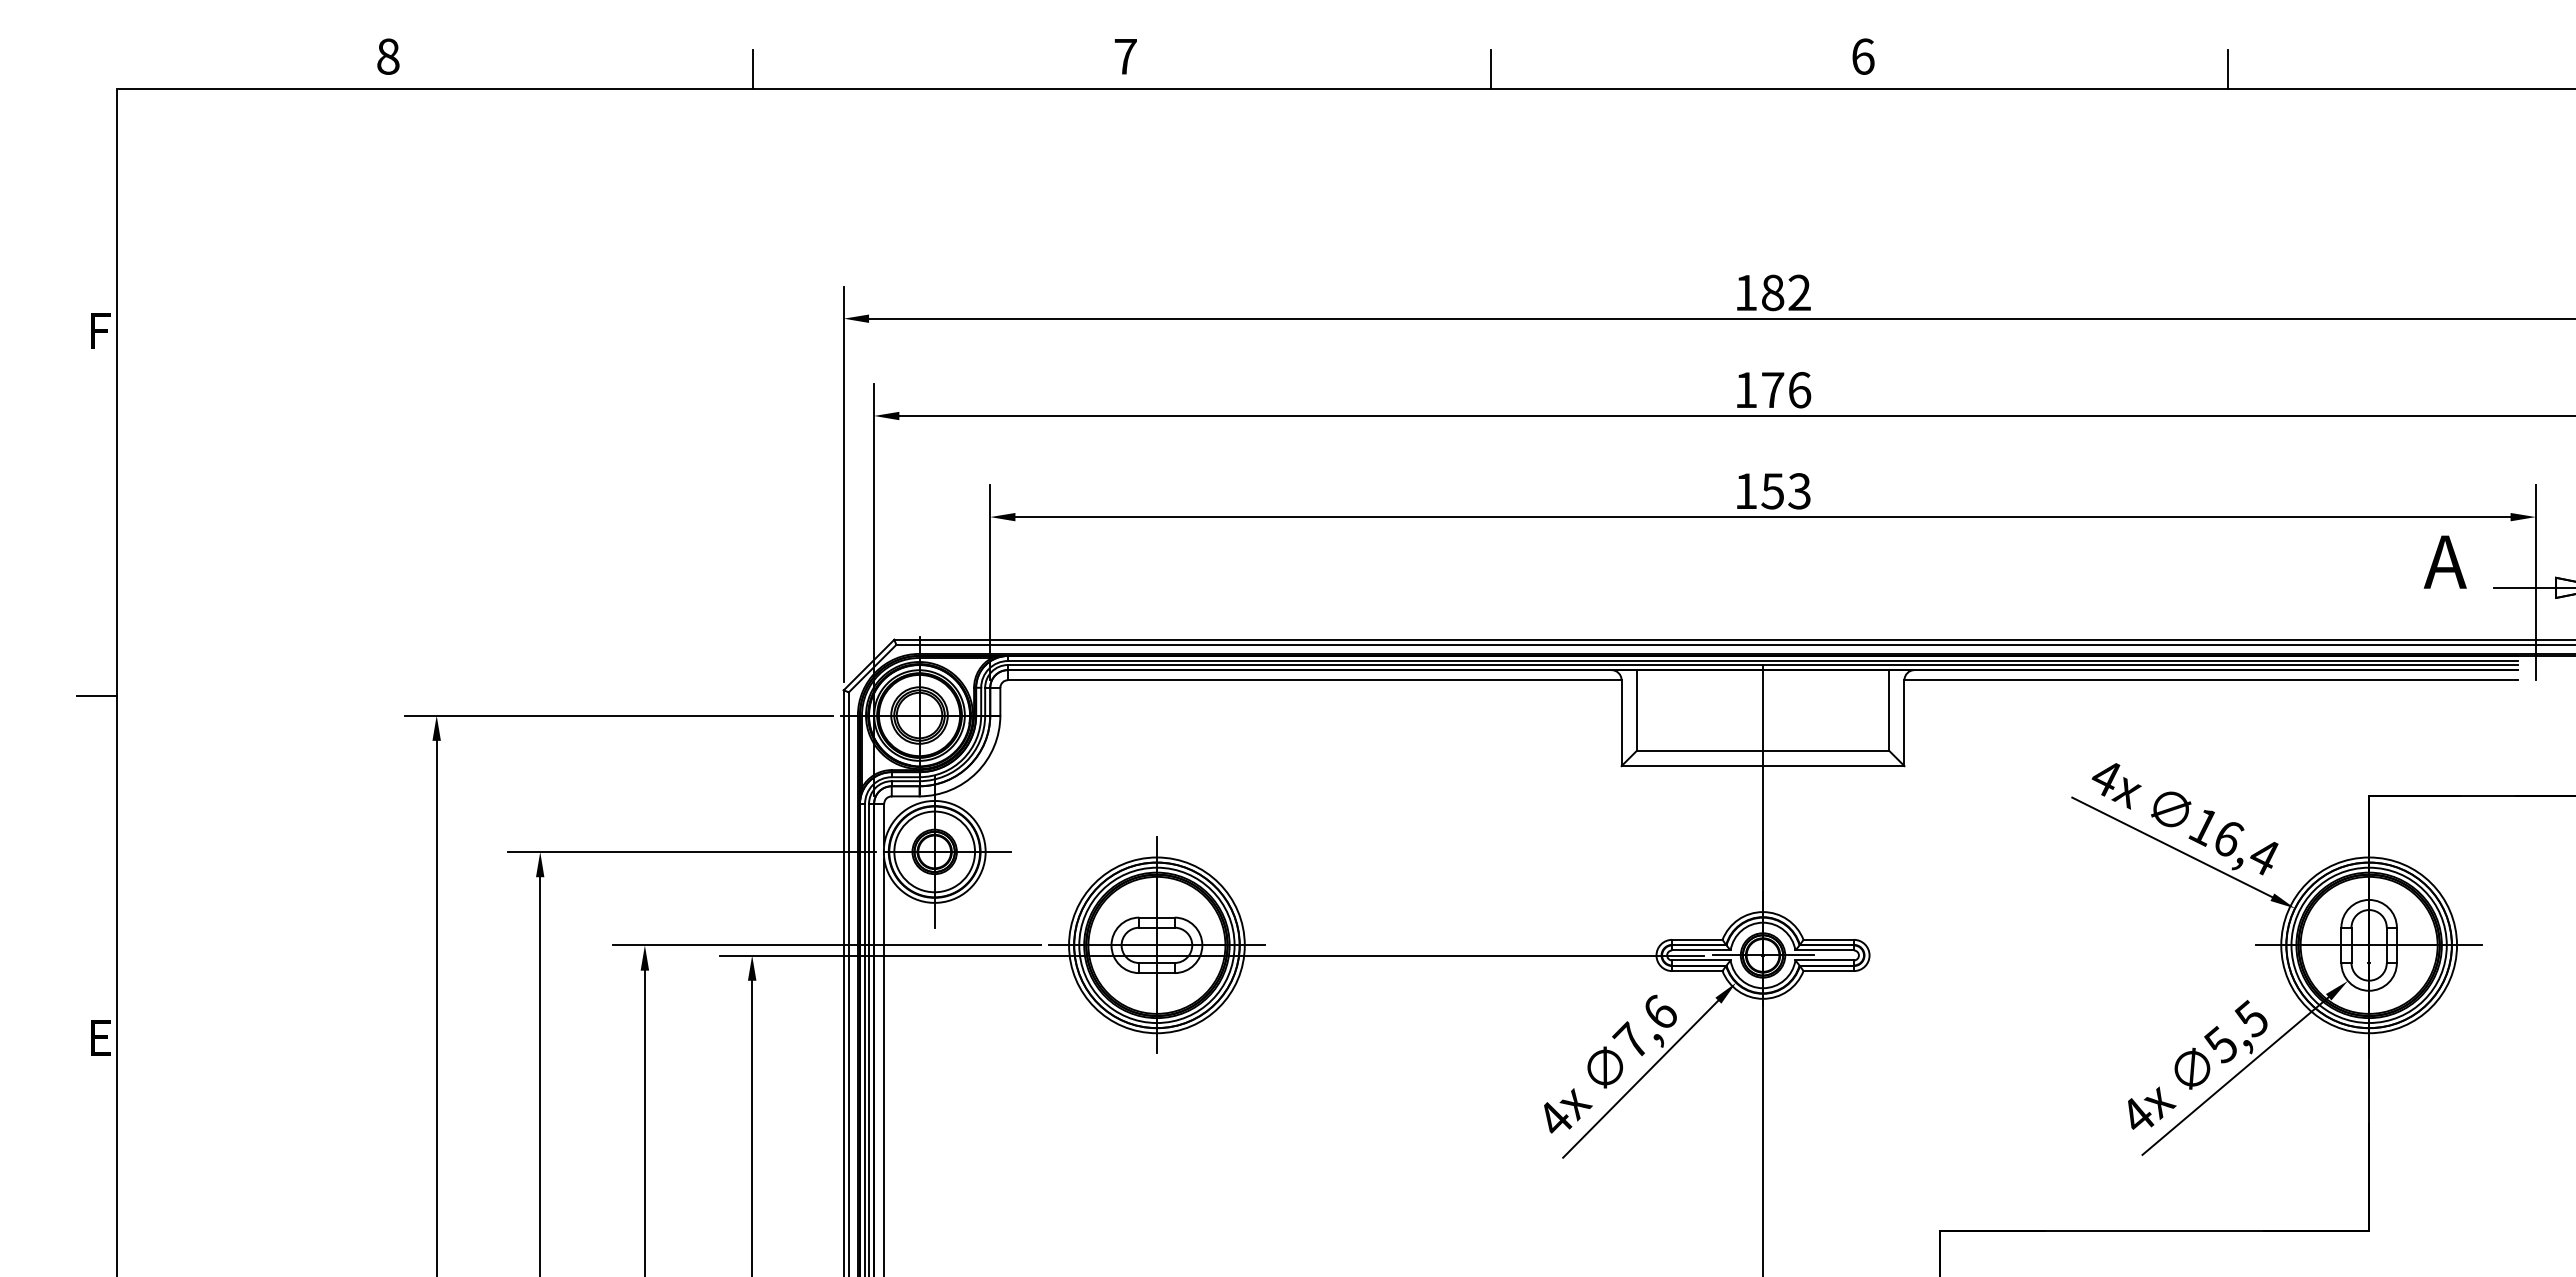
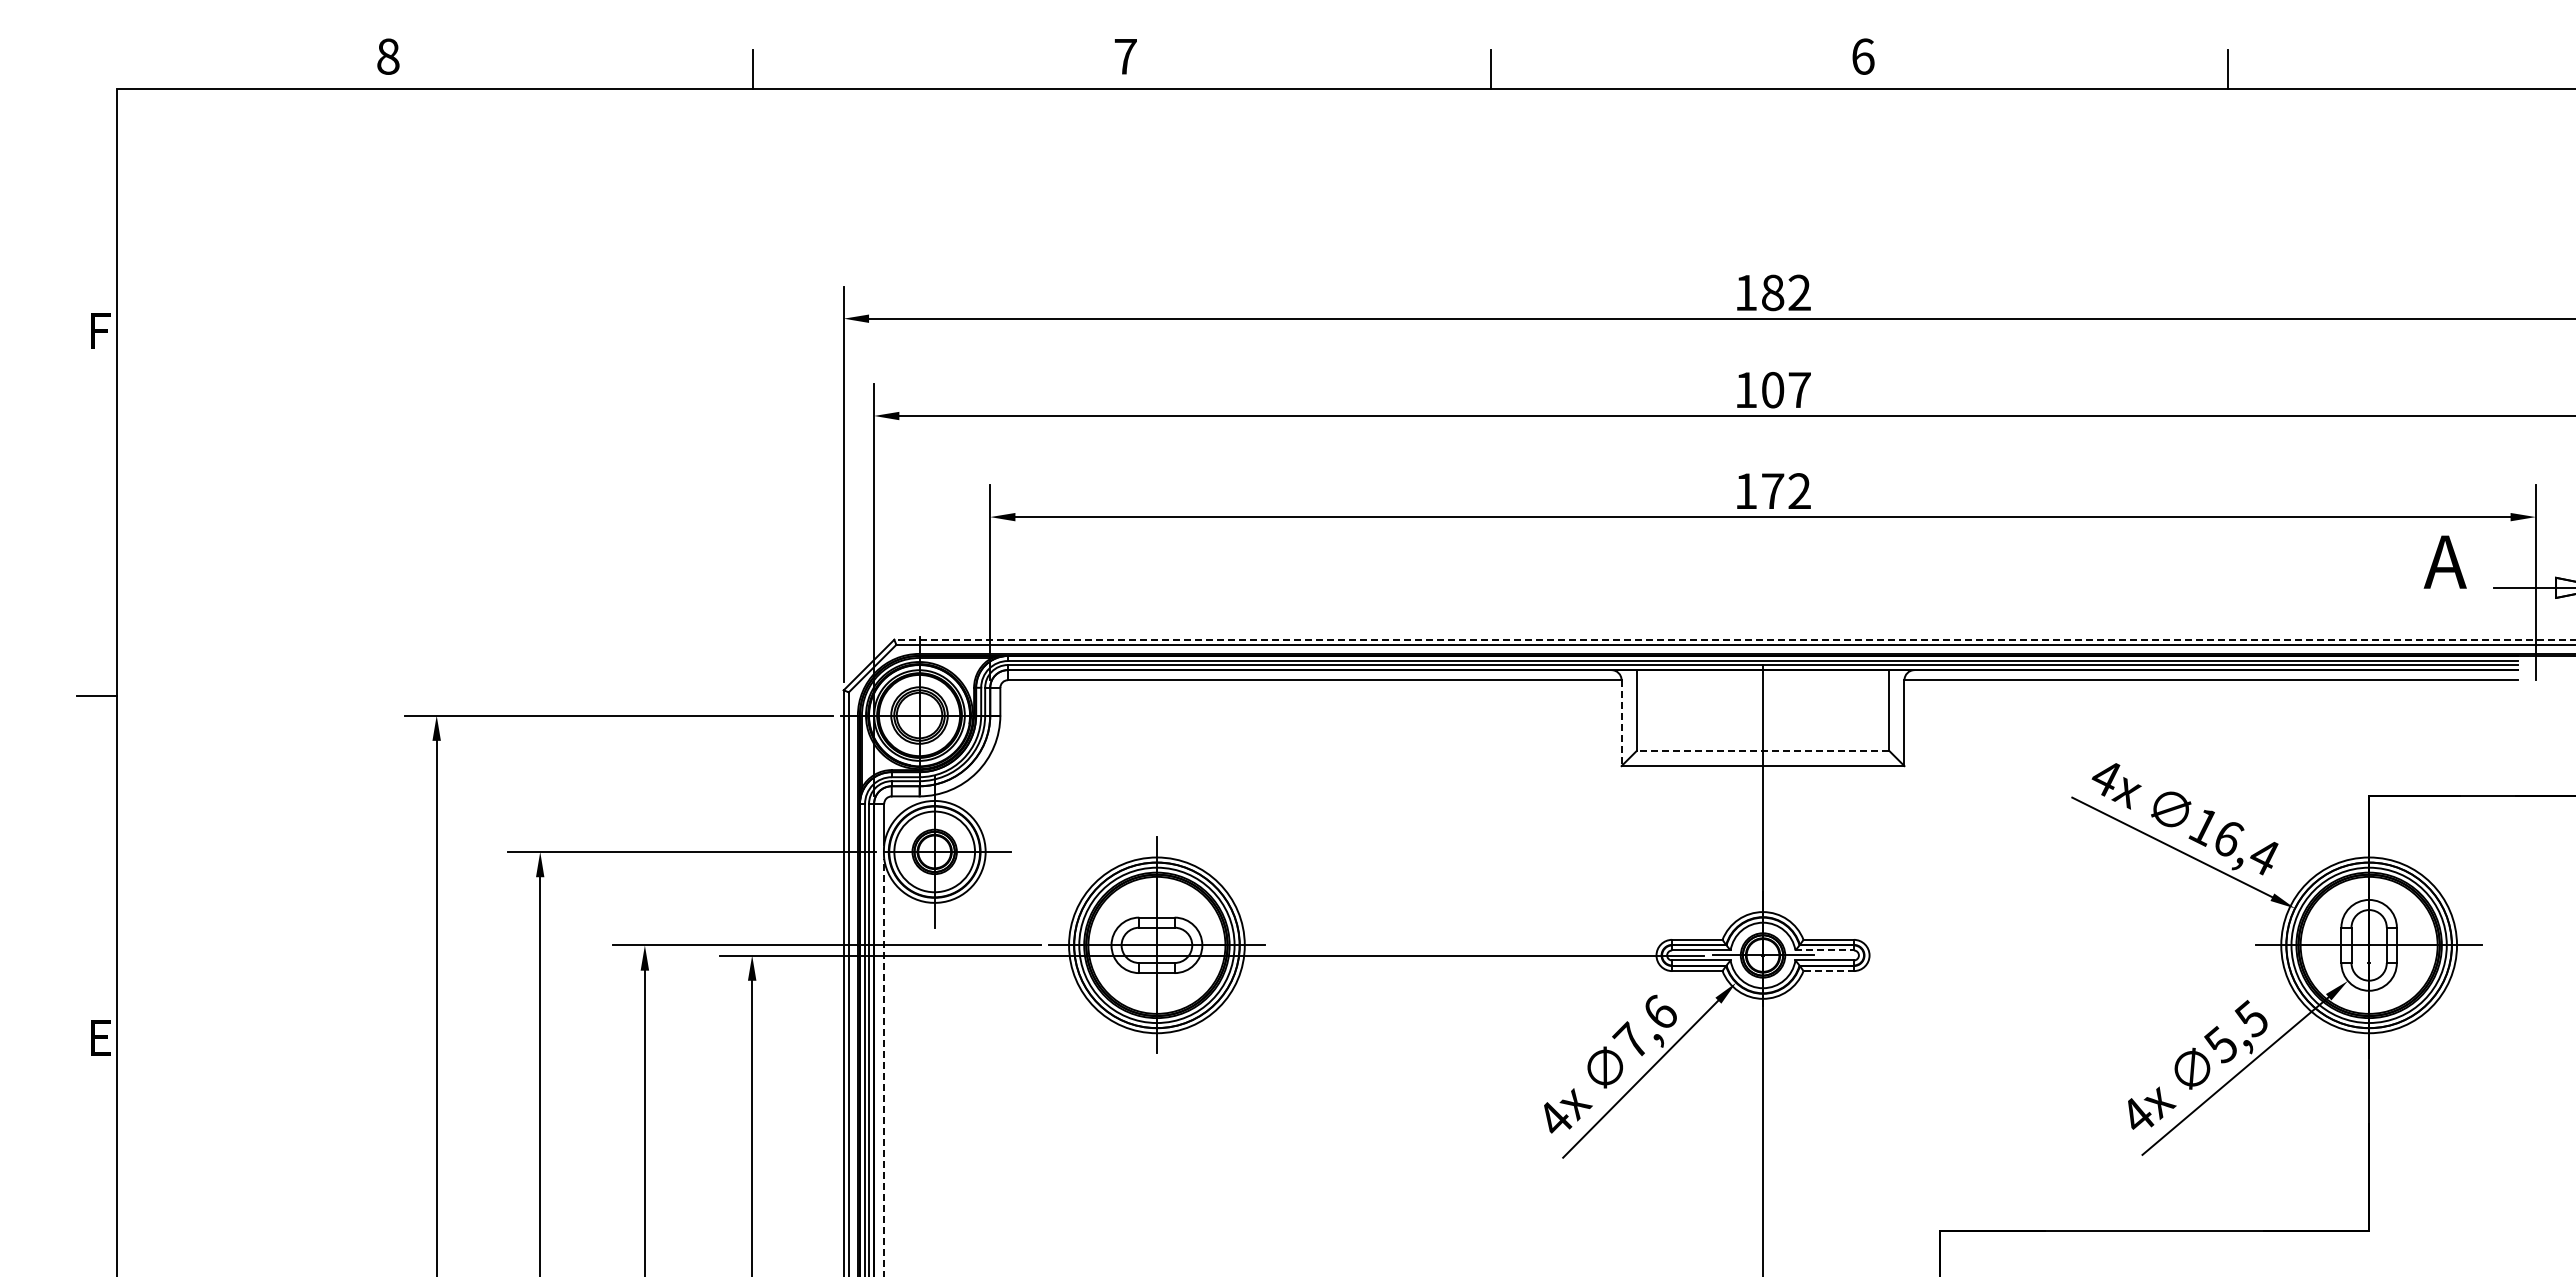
text at (1786, 390): 176 -> 107
text at (1785, 491): 153 -> 172
line at (1735, 639): solid -> dashed
line at (1621, 723): solid -> dashed
line at (1762, 750): solid -> dashed
line at (1825, 950): solid -> dashed
line at (1829, 971): solid -> dashed
line at (884, 1067): solid -> dashed
